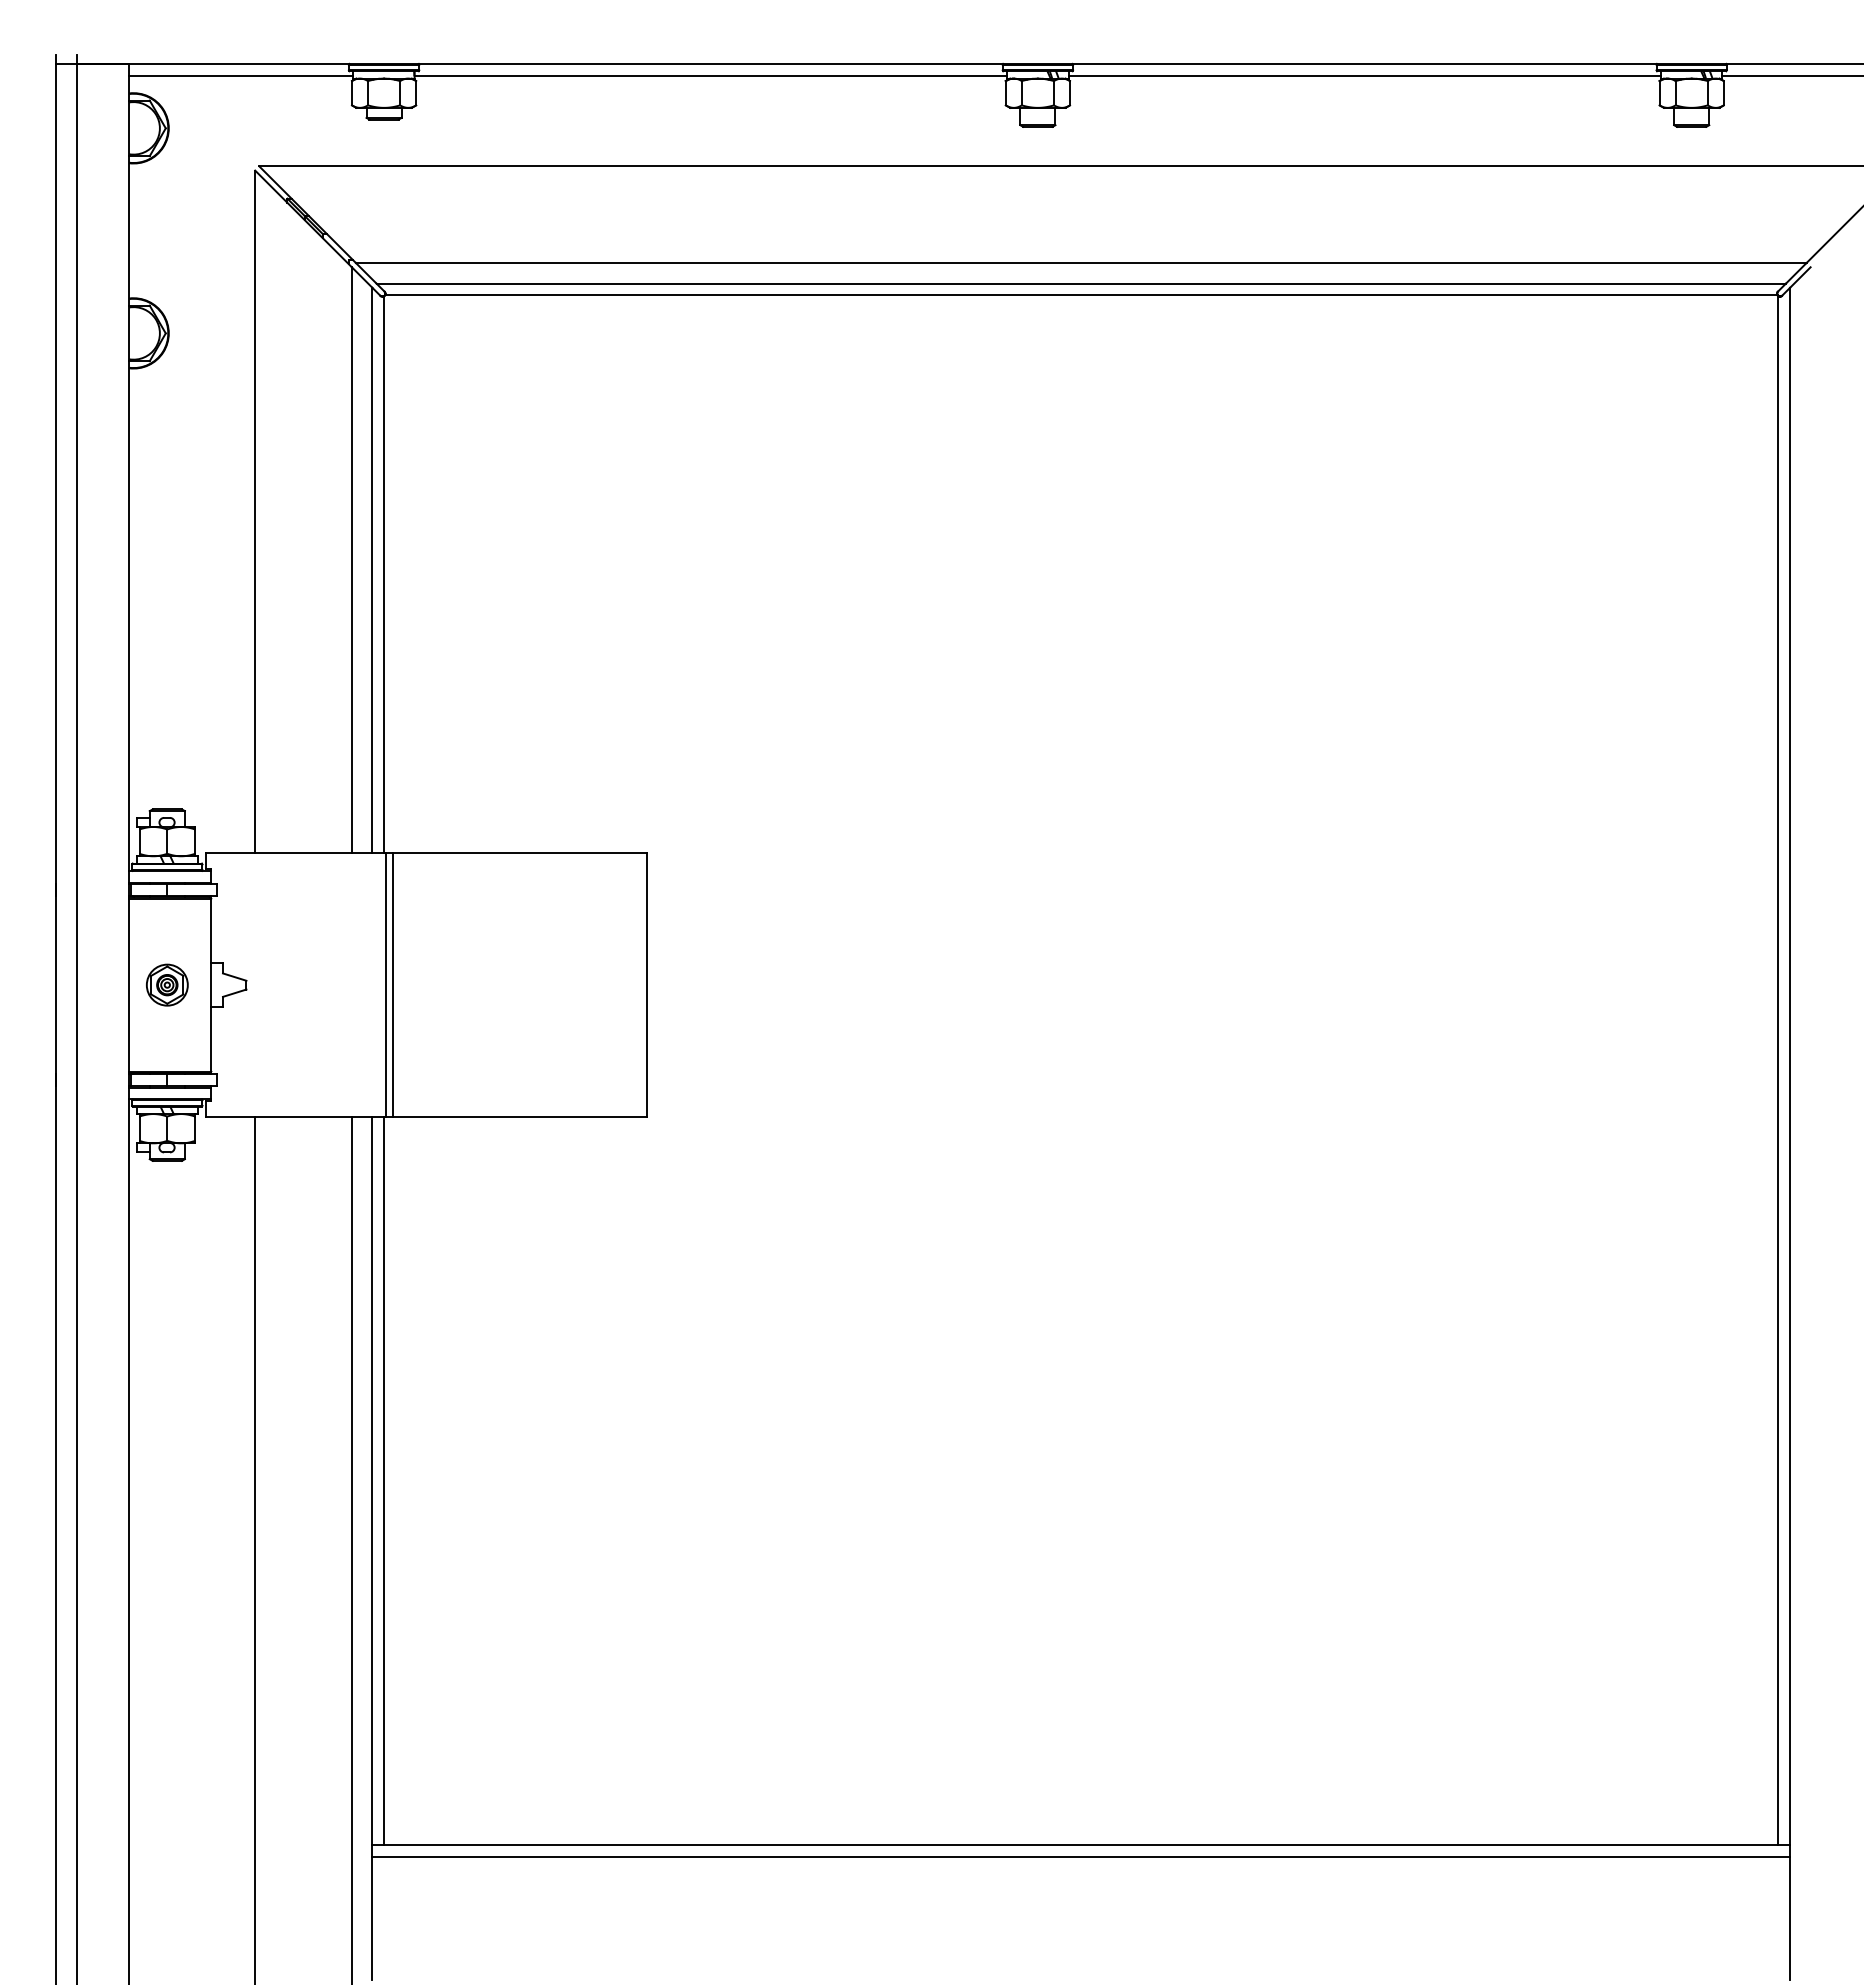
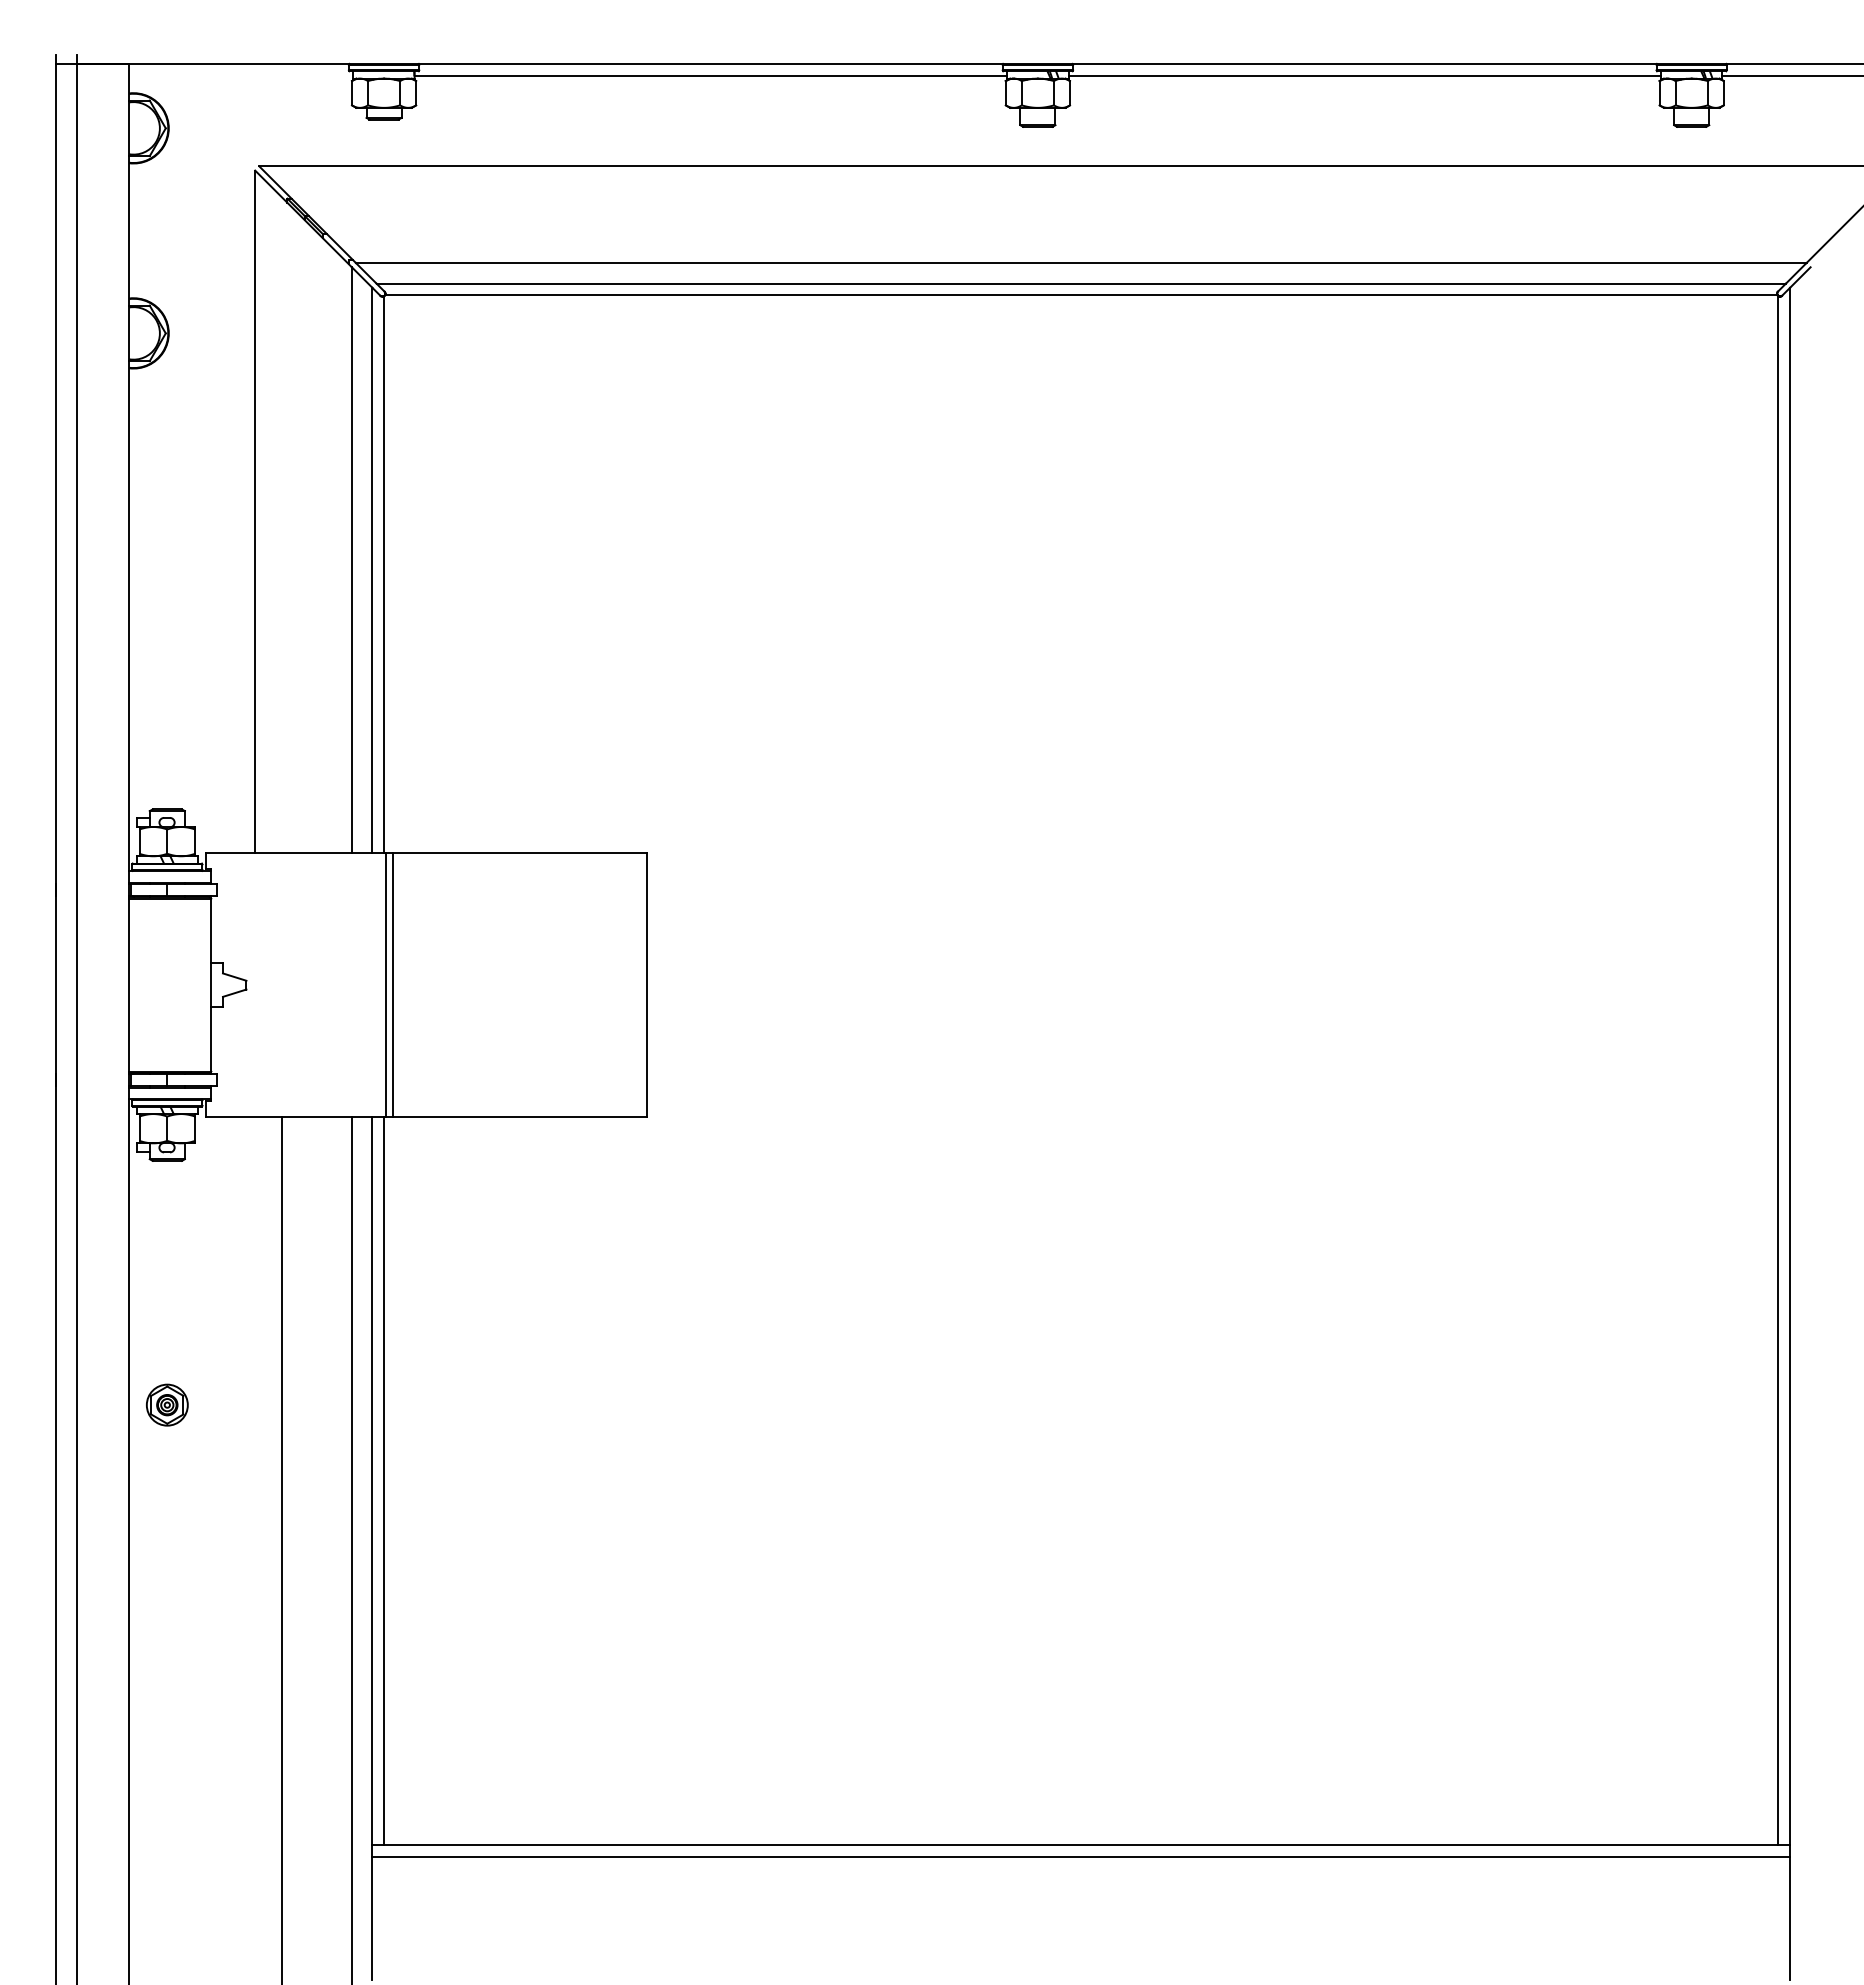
line at (241, 75): present -> none
part at (167, 984) position: (167, 984) -> (167, 1404)
line at (255, 1548) position: (255, 1548) -> (282, 1548)
